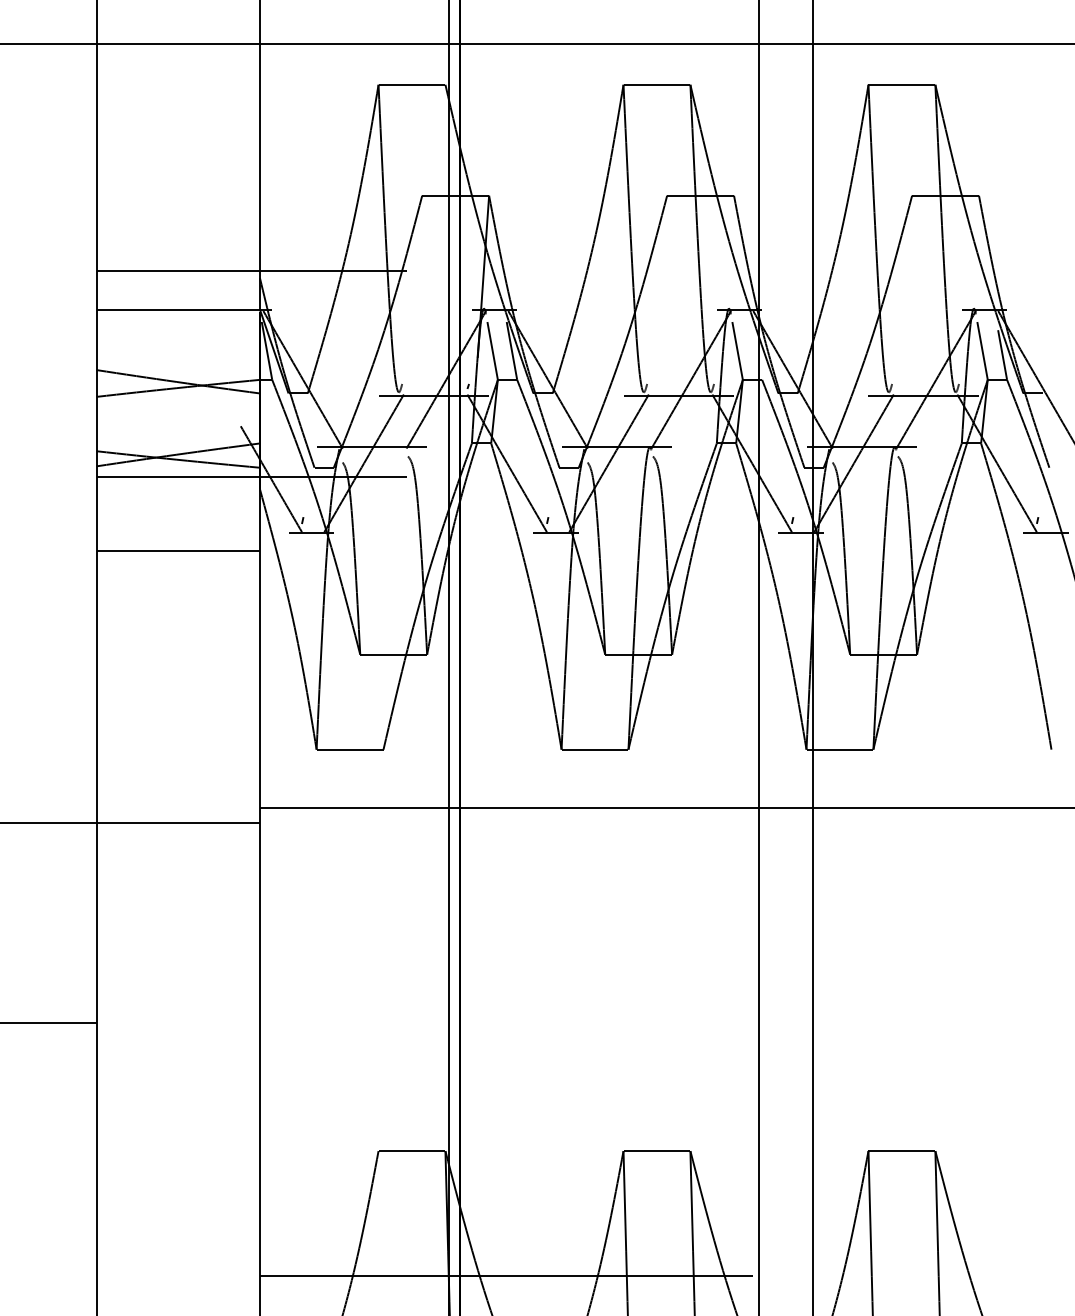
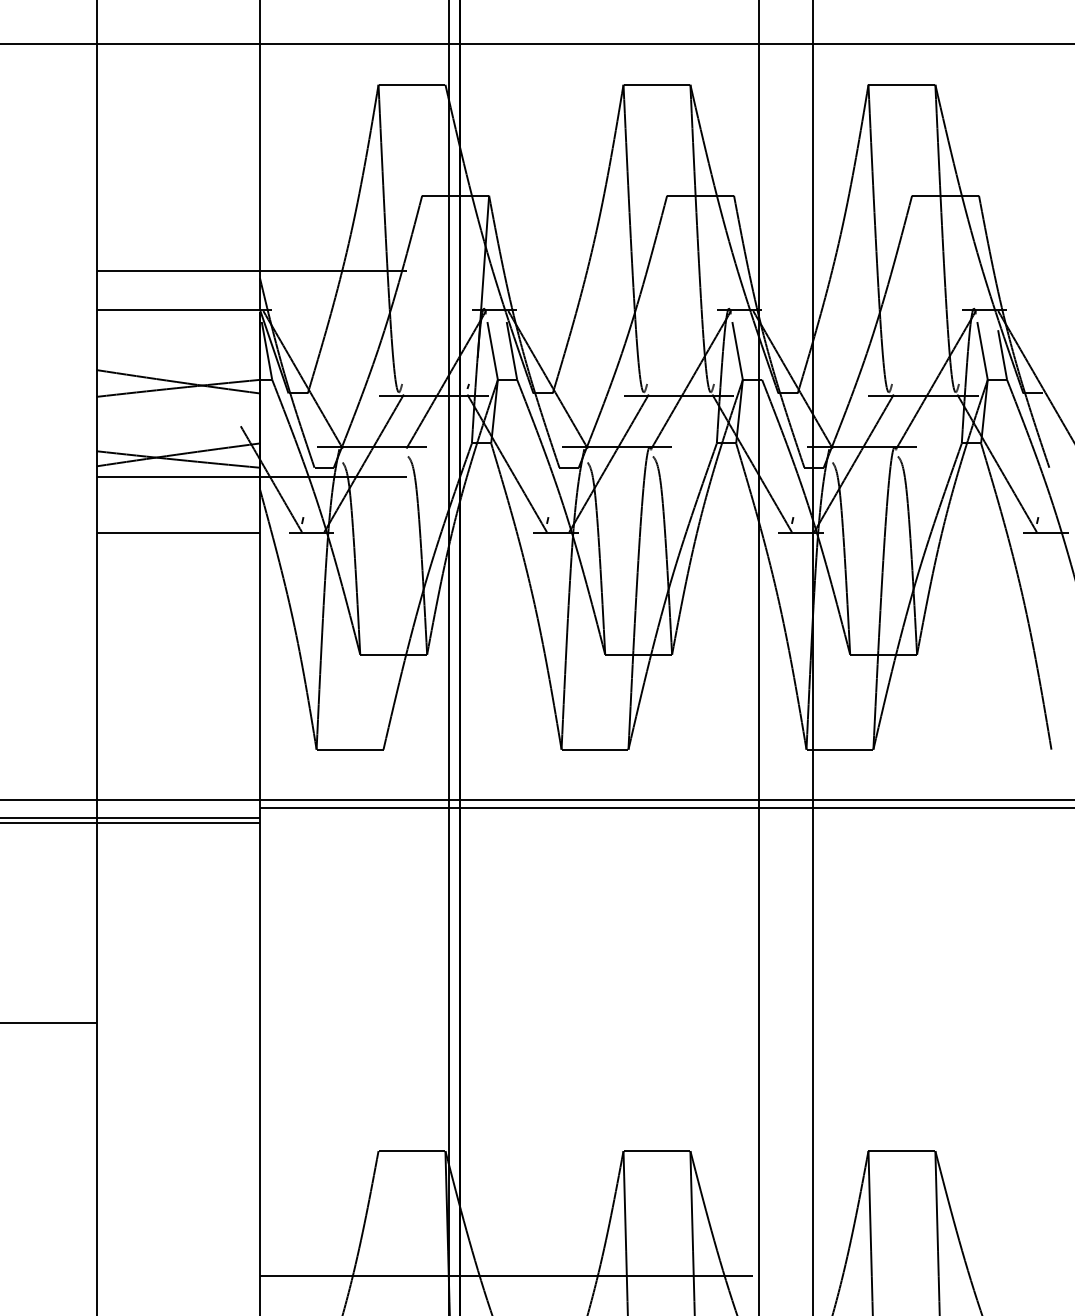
line at (177, 551) position: (177, 551) -> (177, 533)
line at (536, 799): none -> present
line at (130, 817): none -> present
